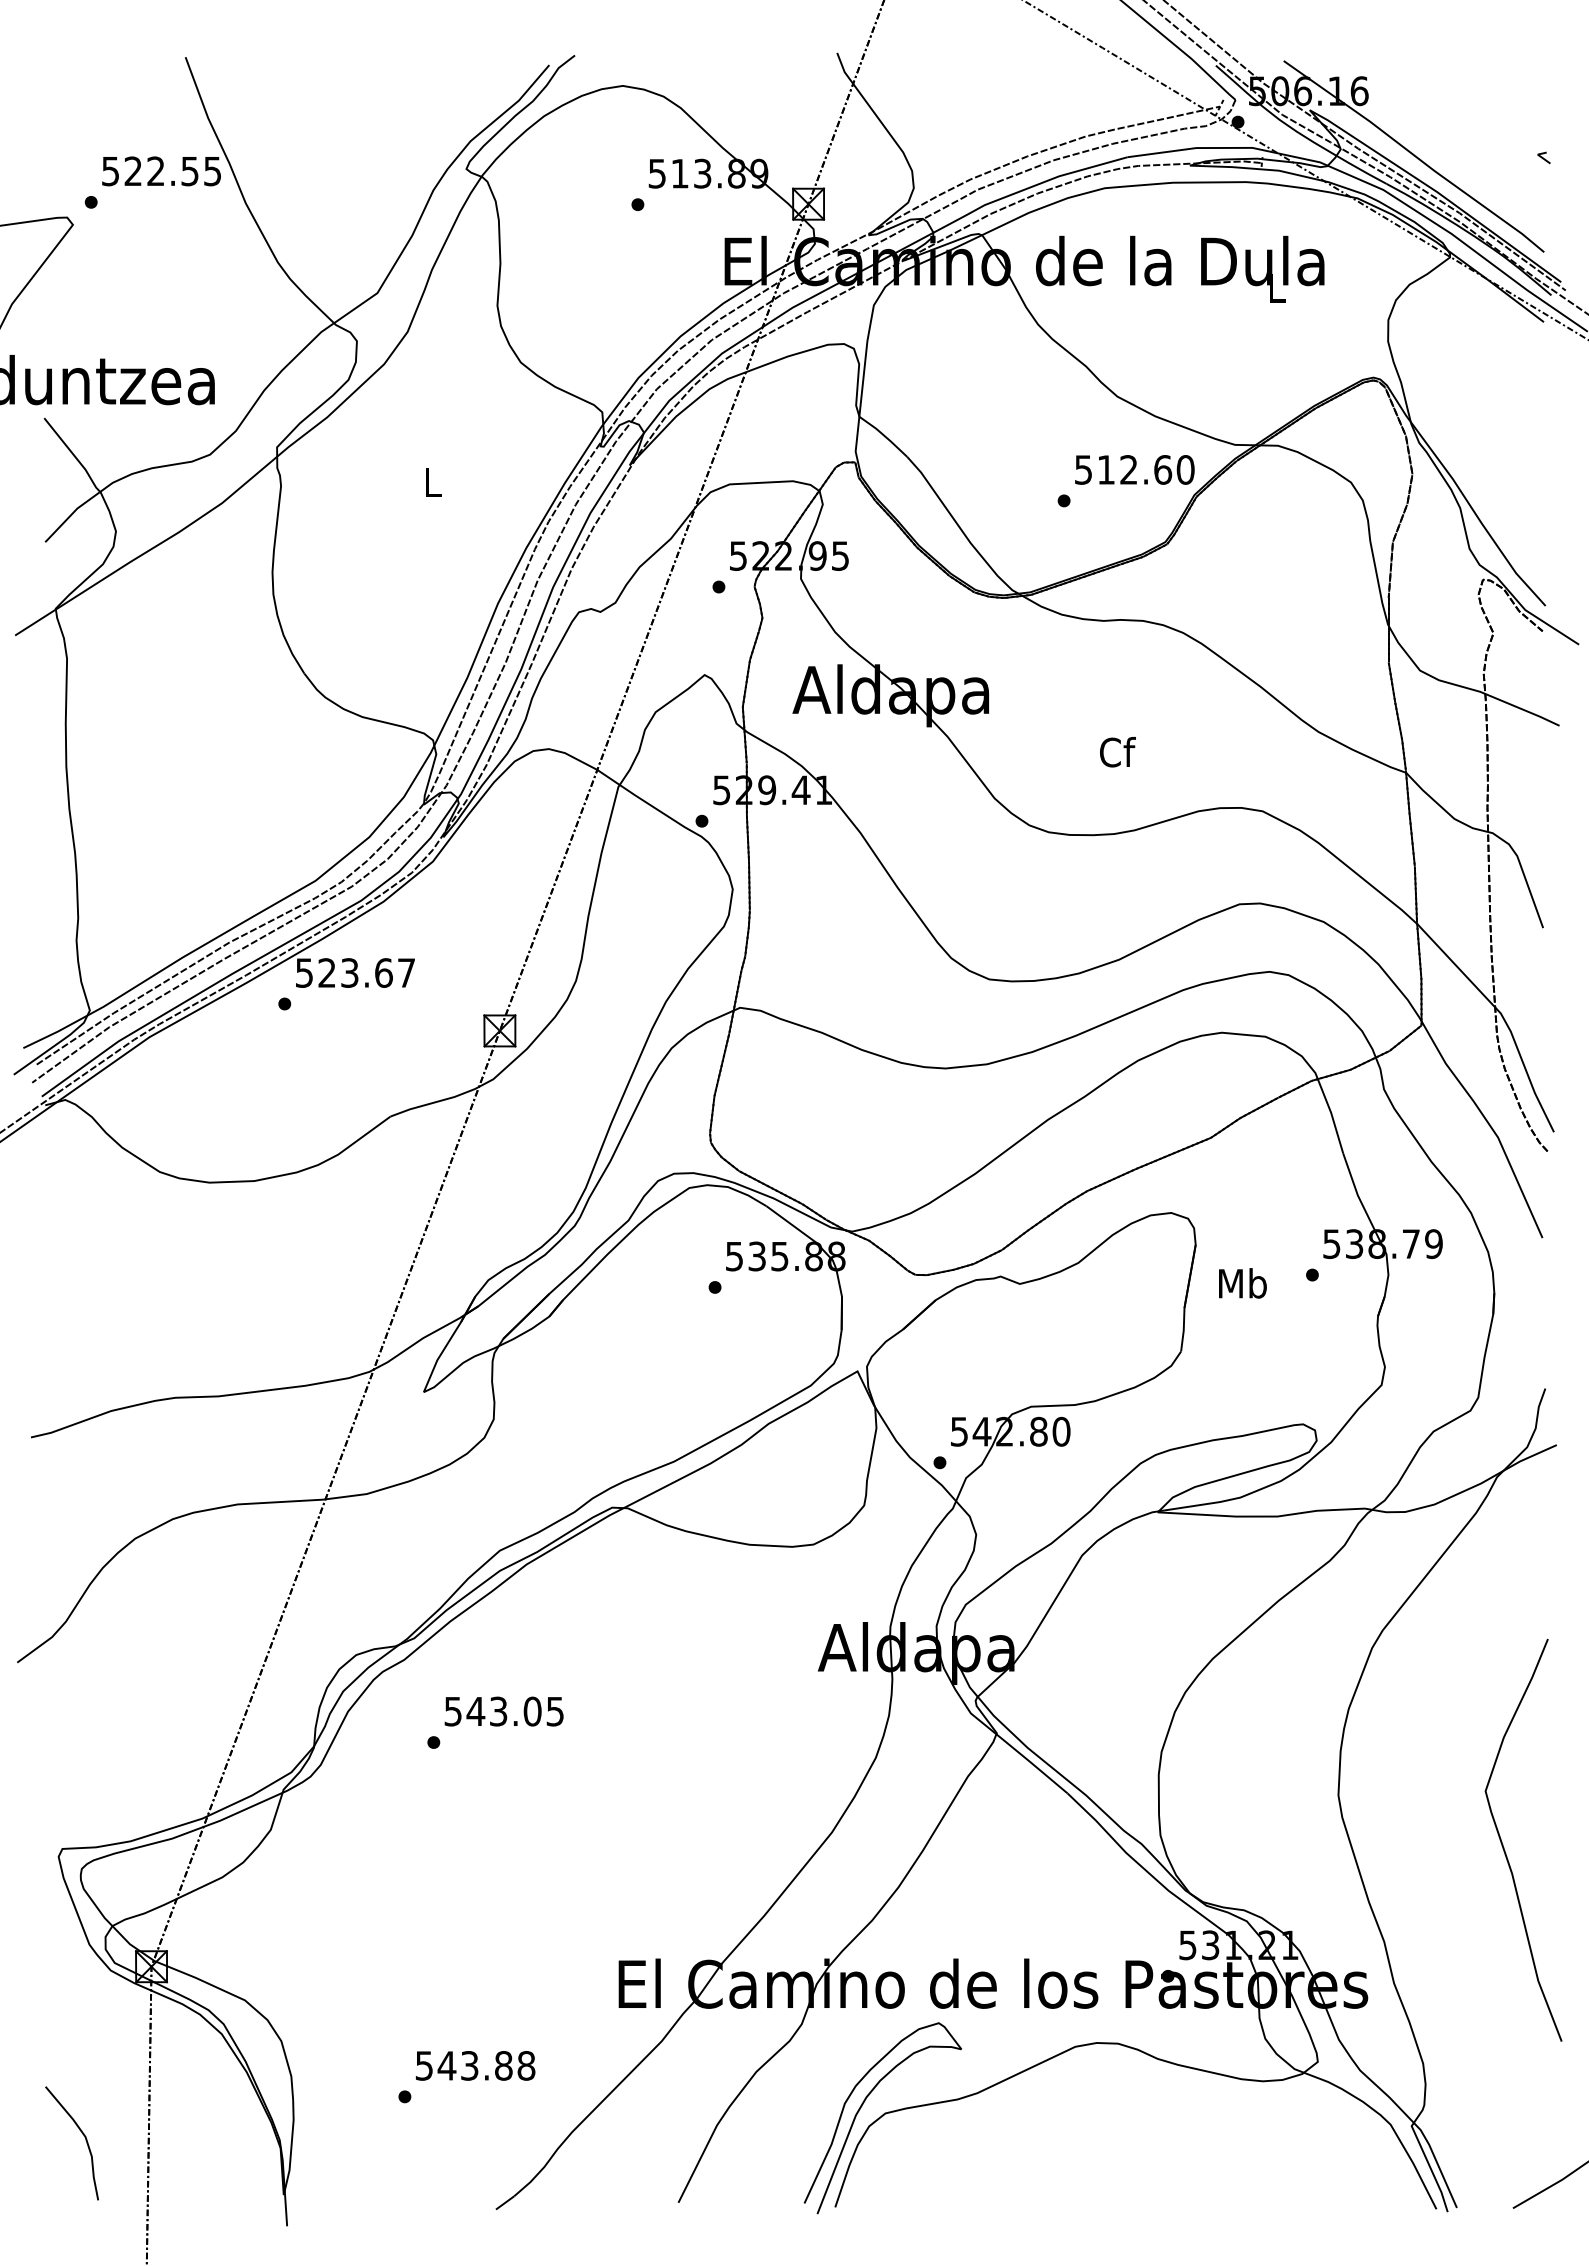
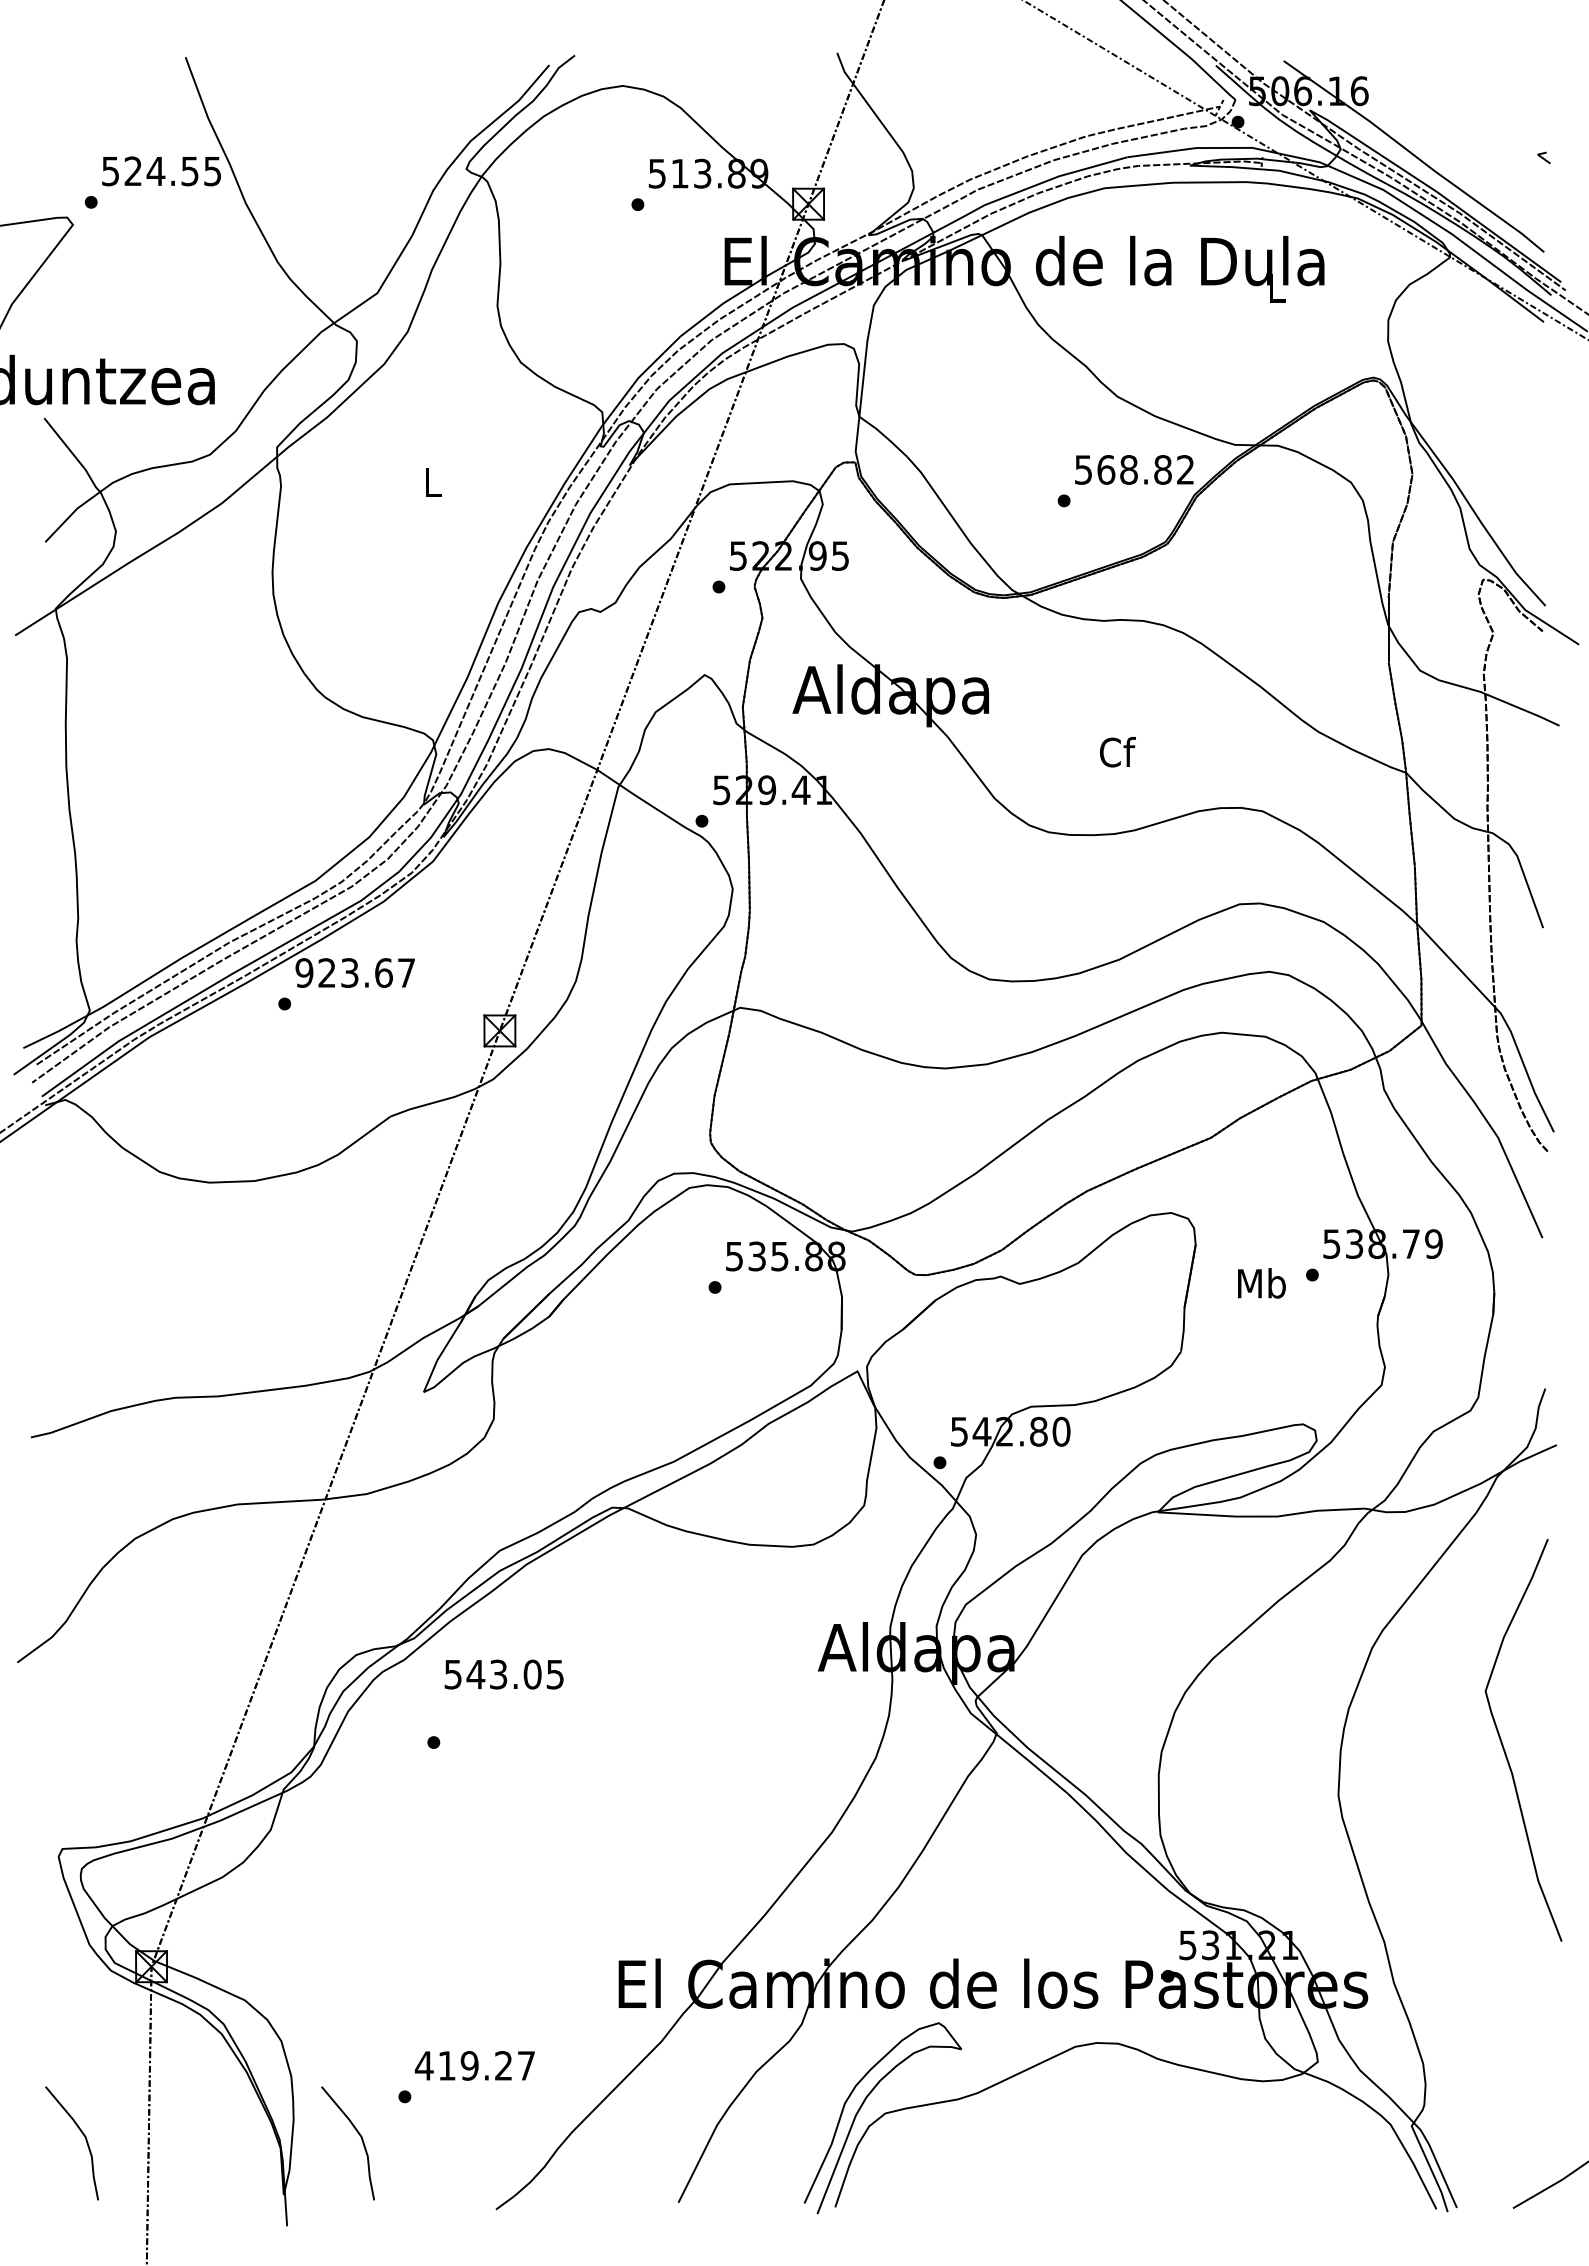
text at (155, 170): 522.55 -> 524.55
text at (1145, 469): 512.60 -> 568.82
text at (304, 972): 523.67 -> 923.67
text at (1242, 1283) position: (1242, 1283) -> (1261, 1283)
text at (503, 1711) position: (503, 1711) -> (503, 1674)
curve at (1503, 1844) position: (1503, 1844) -> (1503, 1744)
text at (474, 2065): 543.88 -> 419.27
curve at (357, 2133): none -> present
